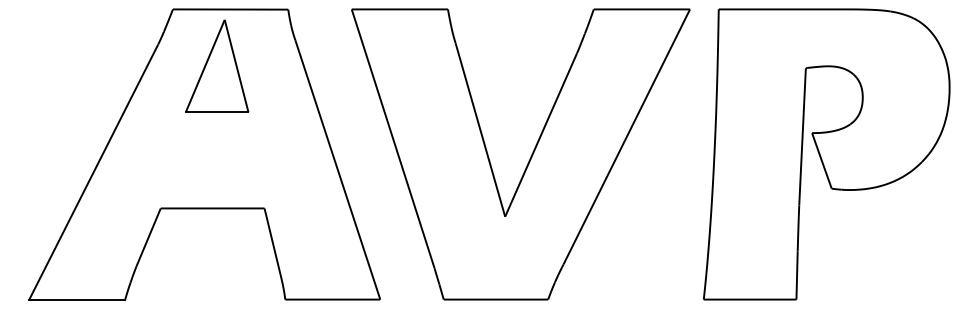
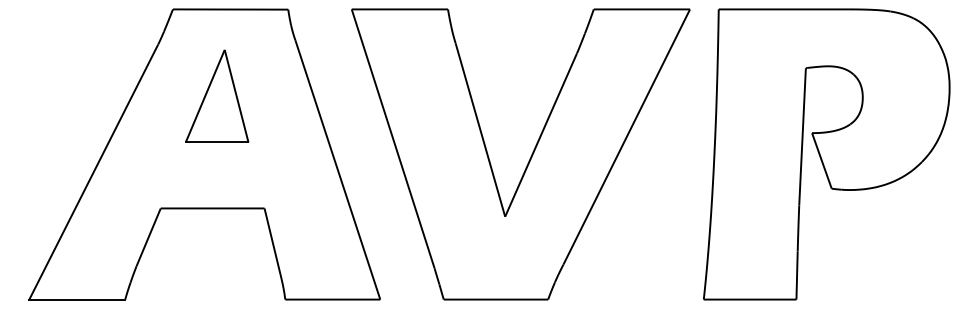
part at (217, 65) position: (217, 65) -> (217, 95)
